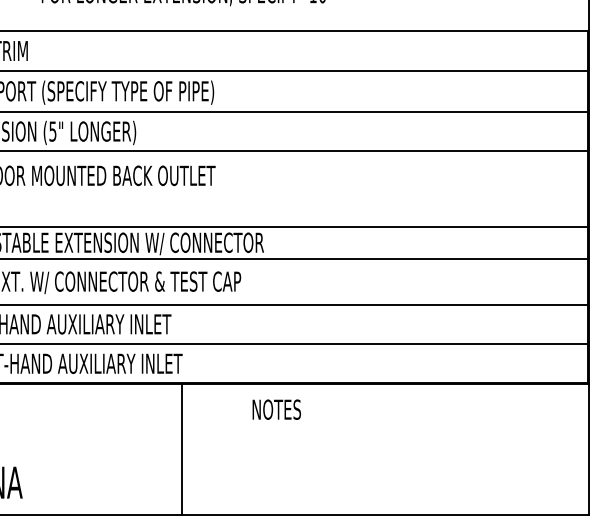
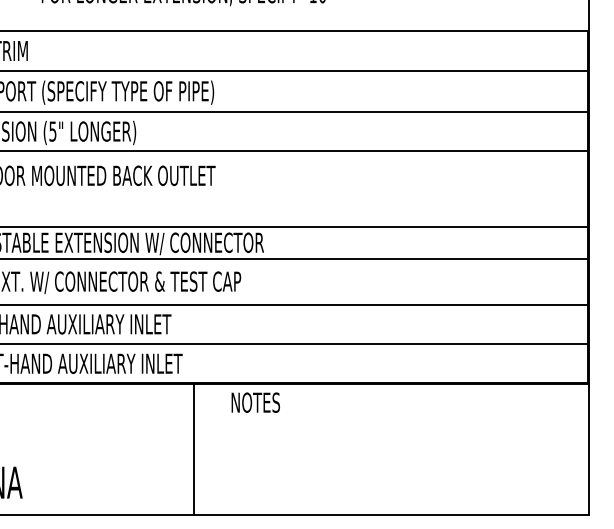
text at (276, 409) position: (276, 409) -> (255, 402)
line at (181, 449) position: (181, 449) -> (193, 449)
